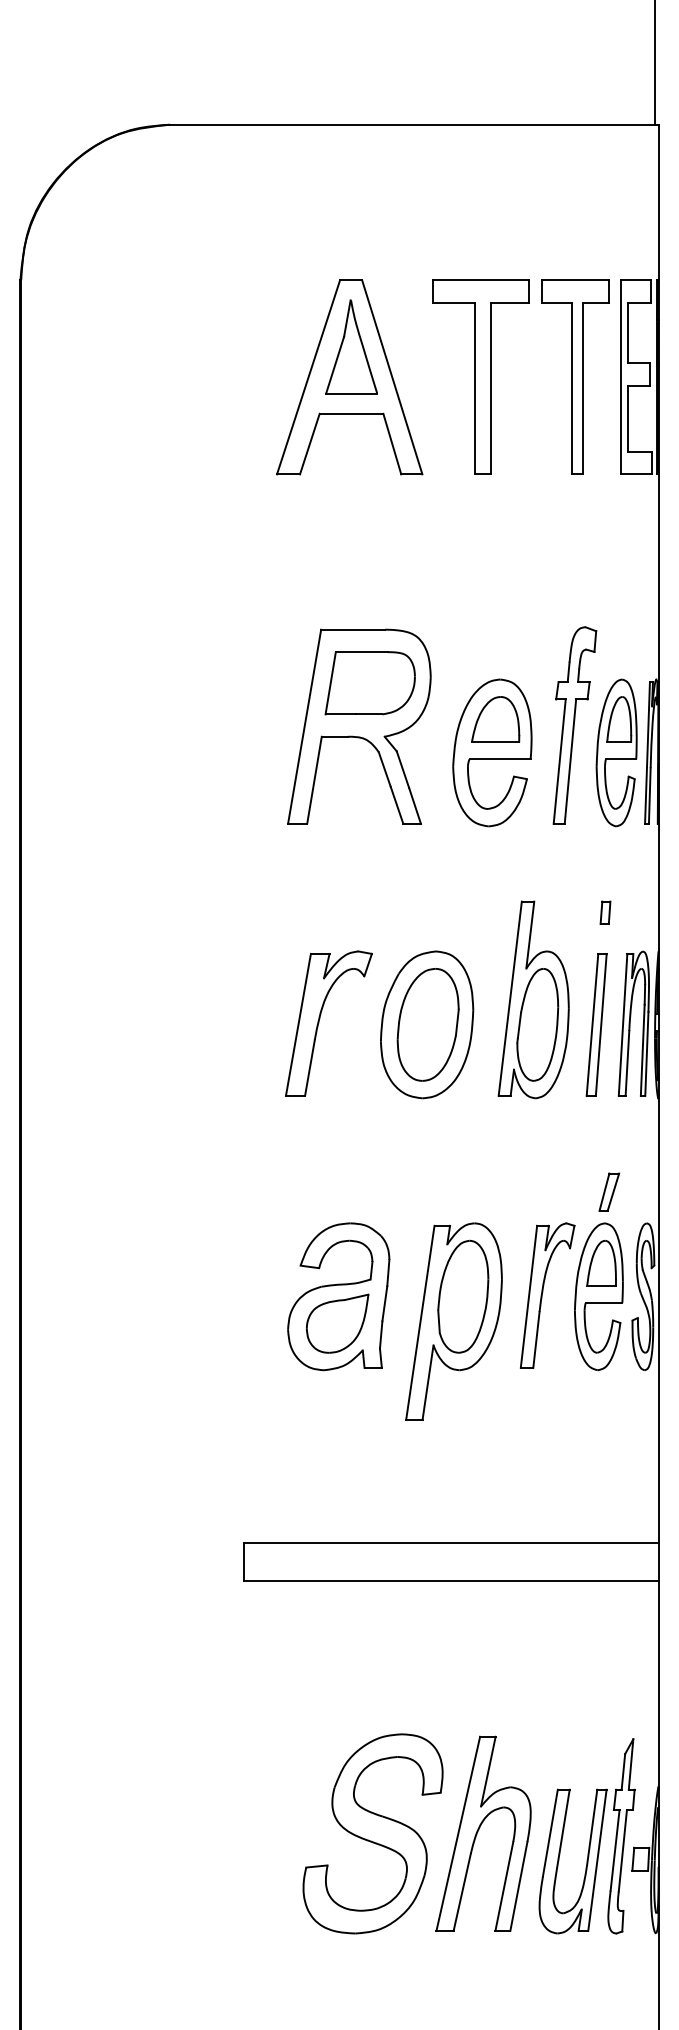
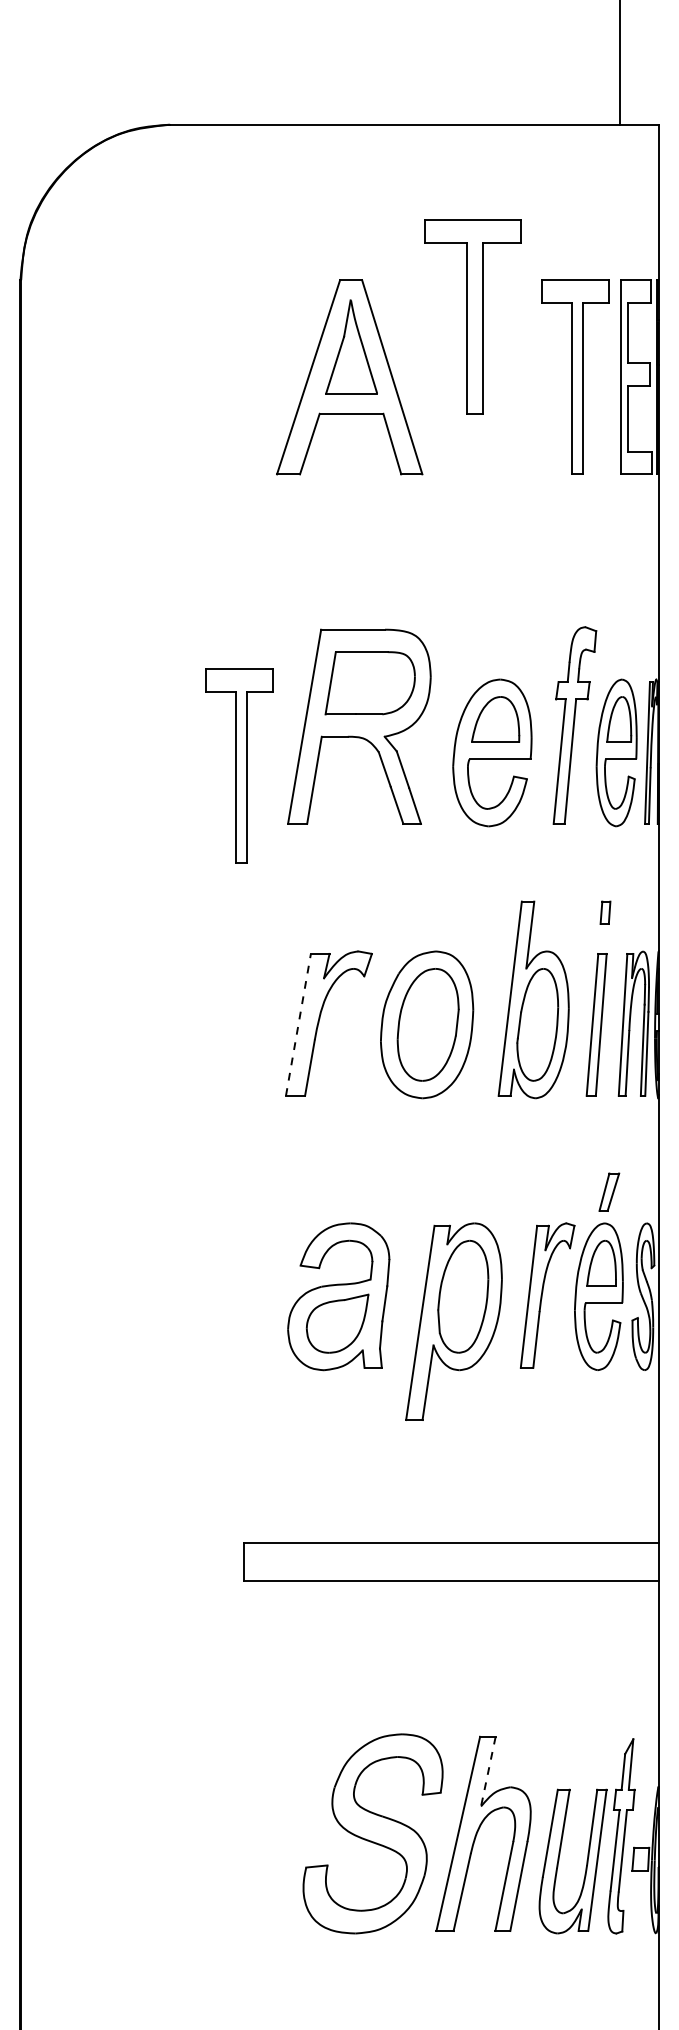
line at (654, 63) position: (654, 63) -> (619, 63)
part at (480, 376) position: (480, 376) -> (472, 316)
part at (239, 765): none -> present
line at (298, 1024): solid -> dashed
line at (488, 1771): solid -> dashed
